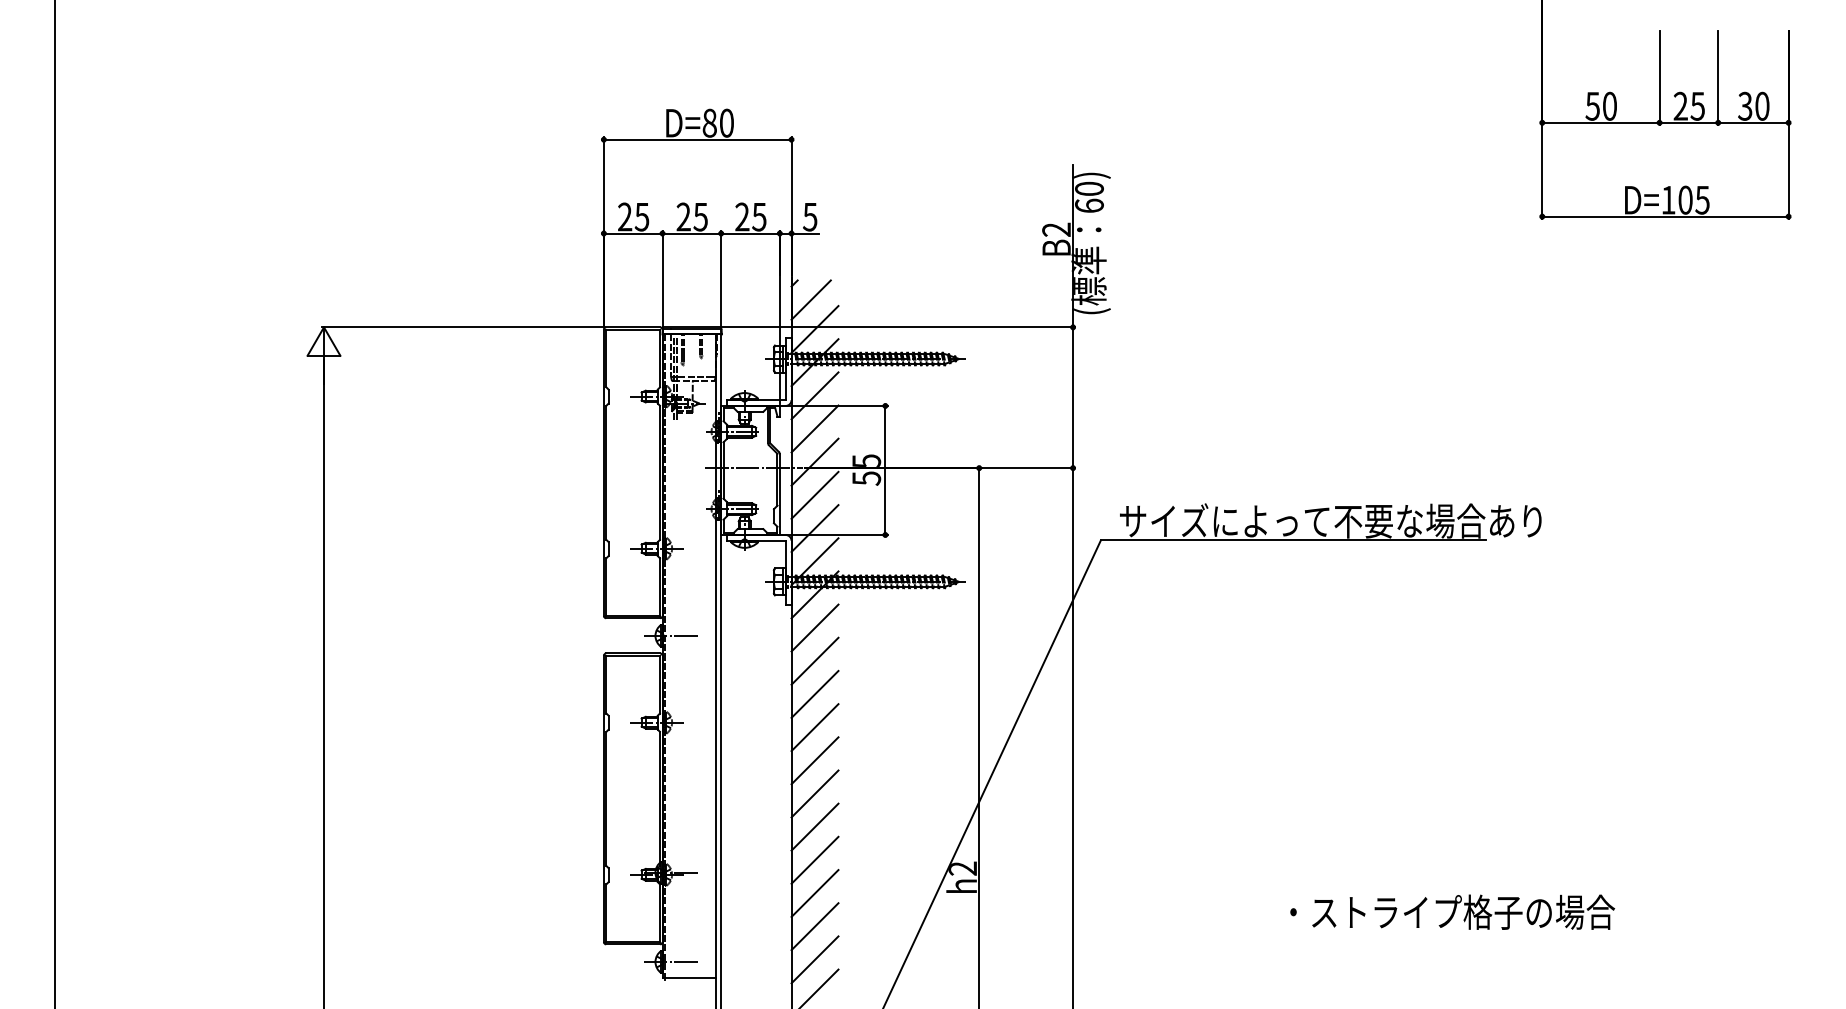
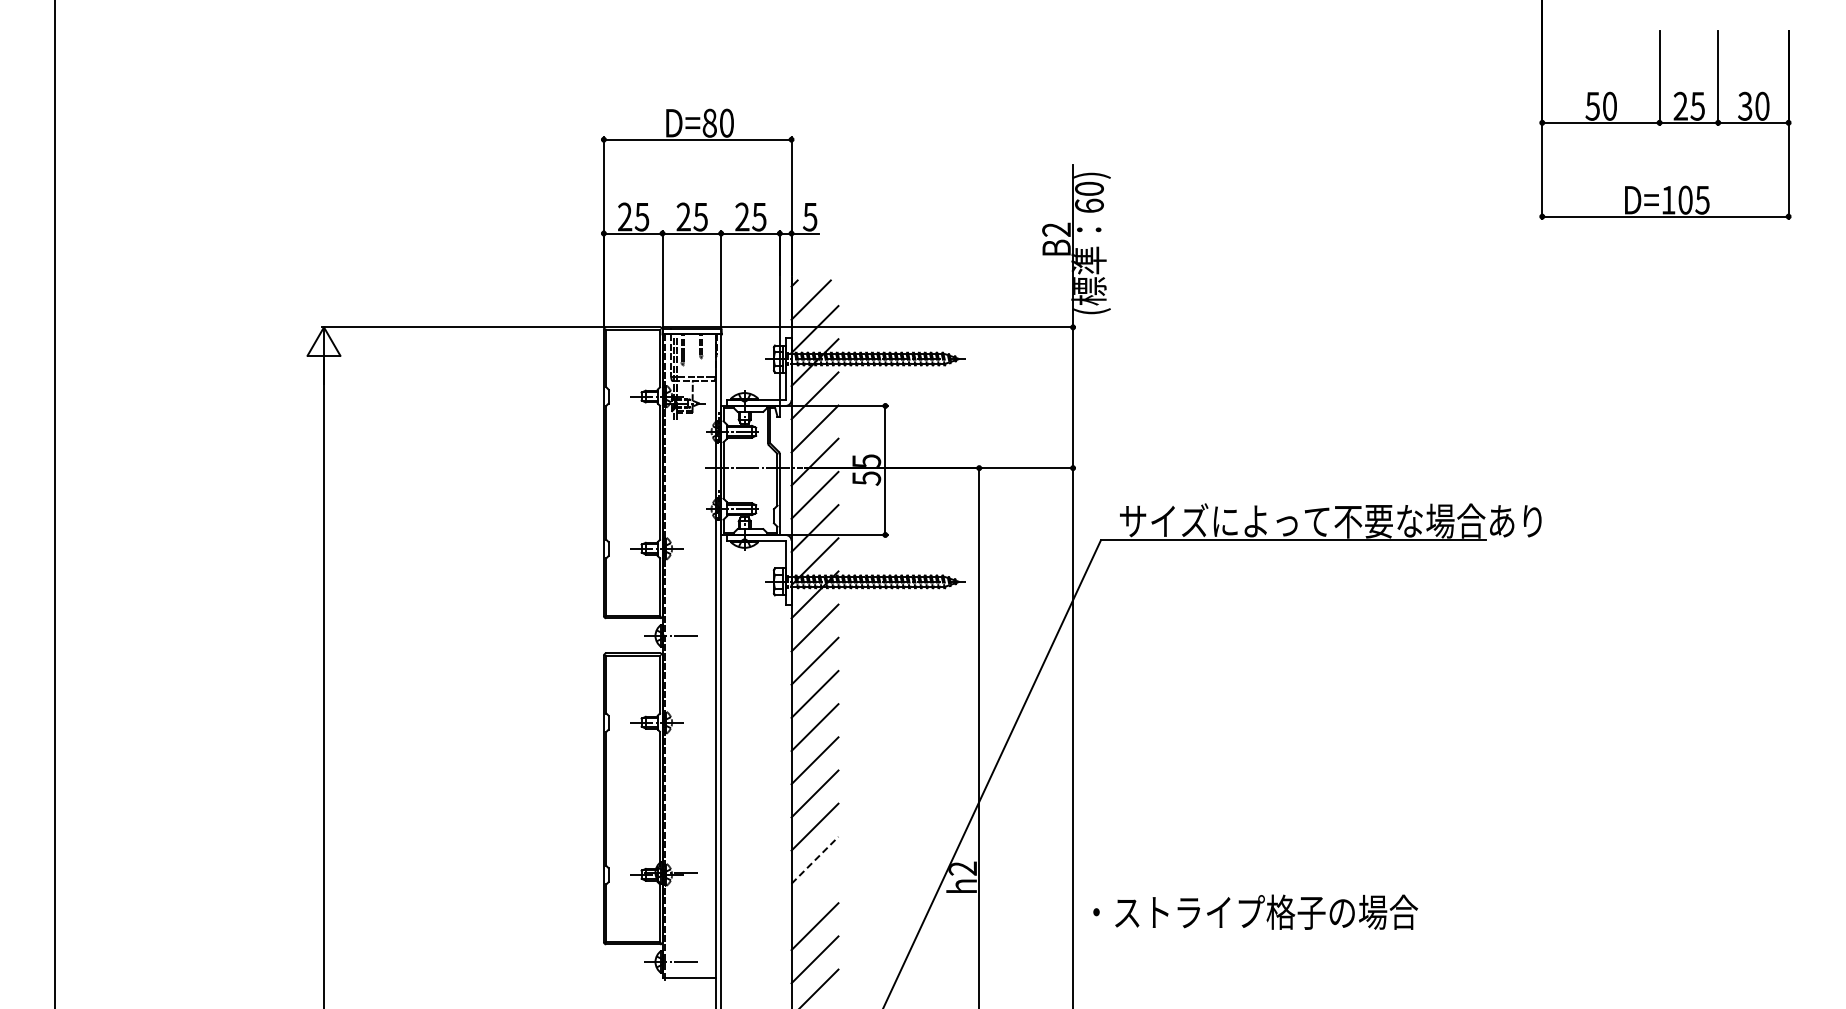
line at (815, 859): solid -> dashed
line at (814, 893): present -> none
text at (1452, 911) position: (1452, 911) -> (1255, 911)
